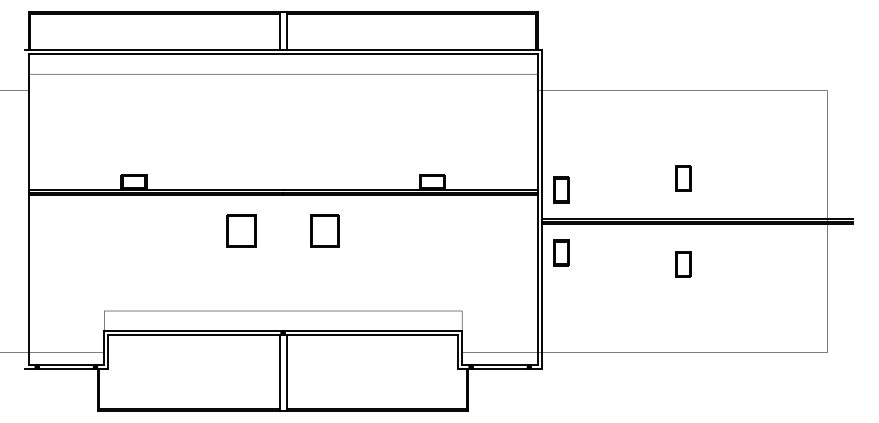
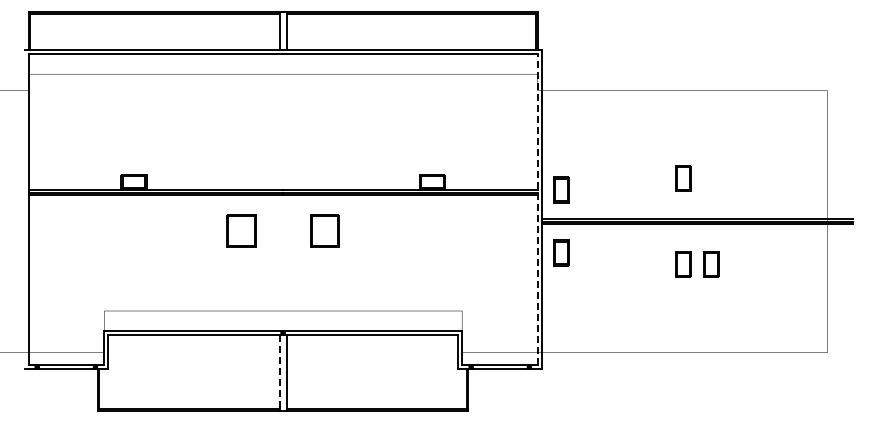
line at (537, 209): solid -> dashed
part at (711, 264): none -> present
line at (279, 372): solid -> dashed
